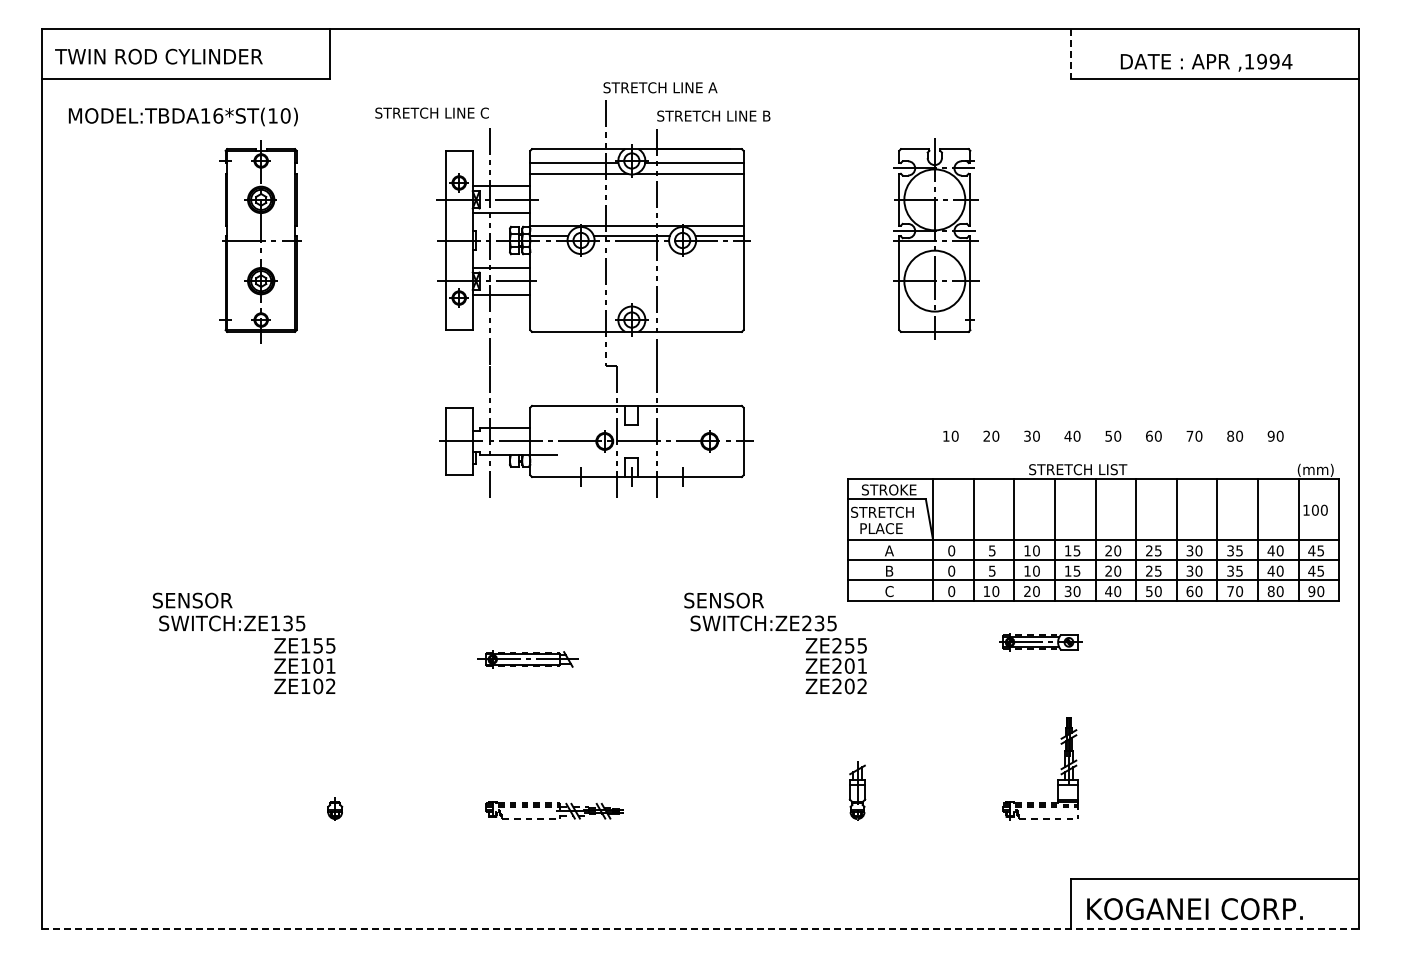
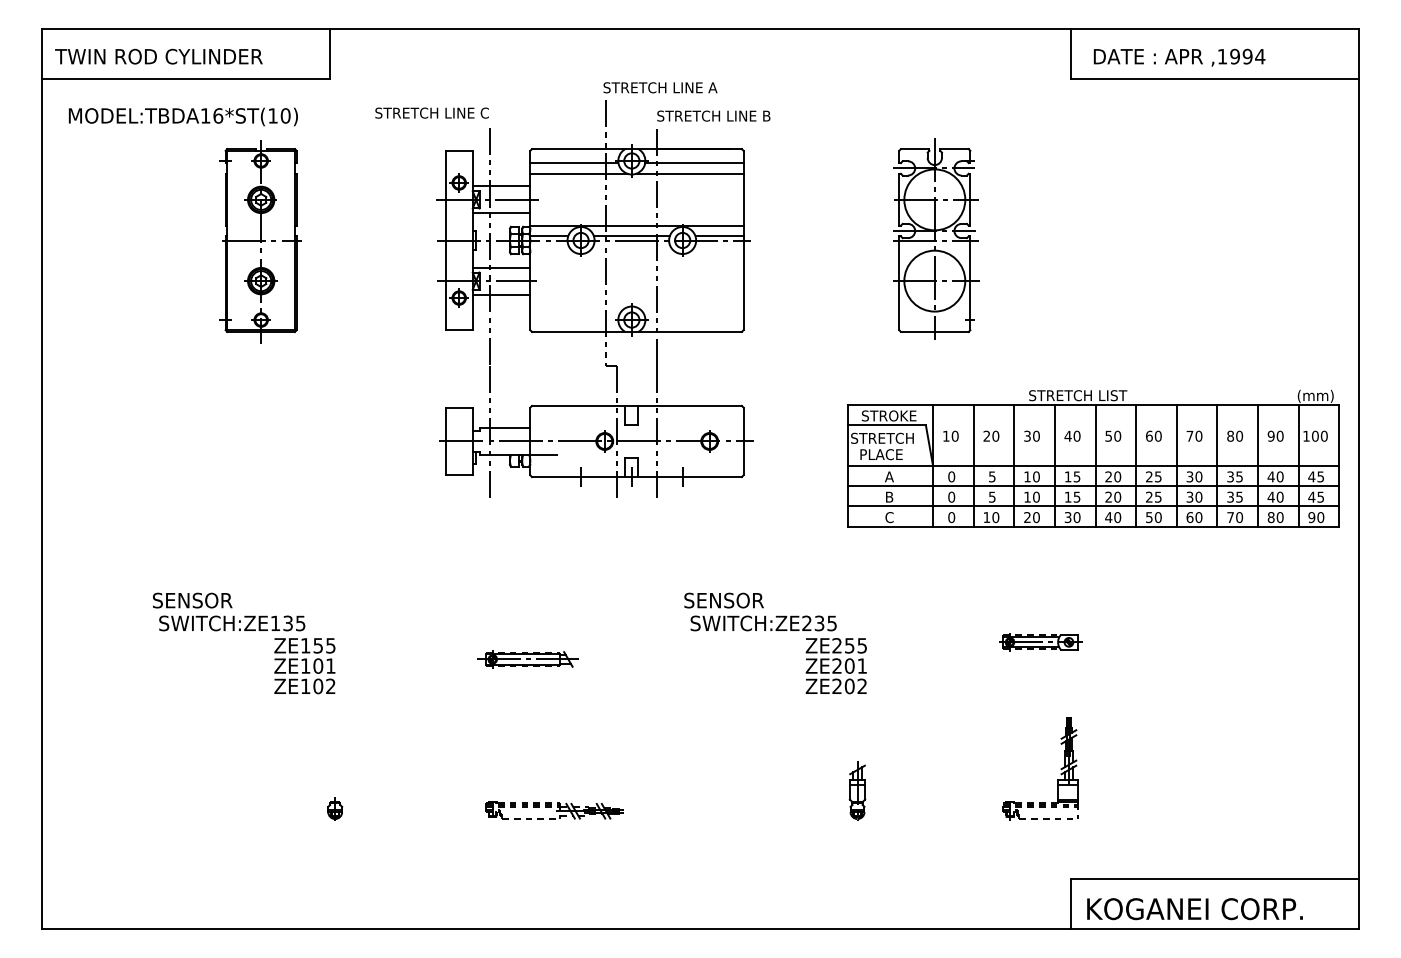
line at (1071, 54): dashed -> solid
text at (1206, 62) position: (1206, 62) -> (1179, 57)
part at (1093, 532) position: (1093, 532) -> (1093, 458)
line at (700, 929): dashed -> solid
